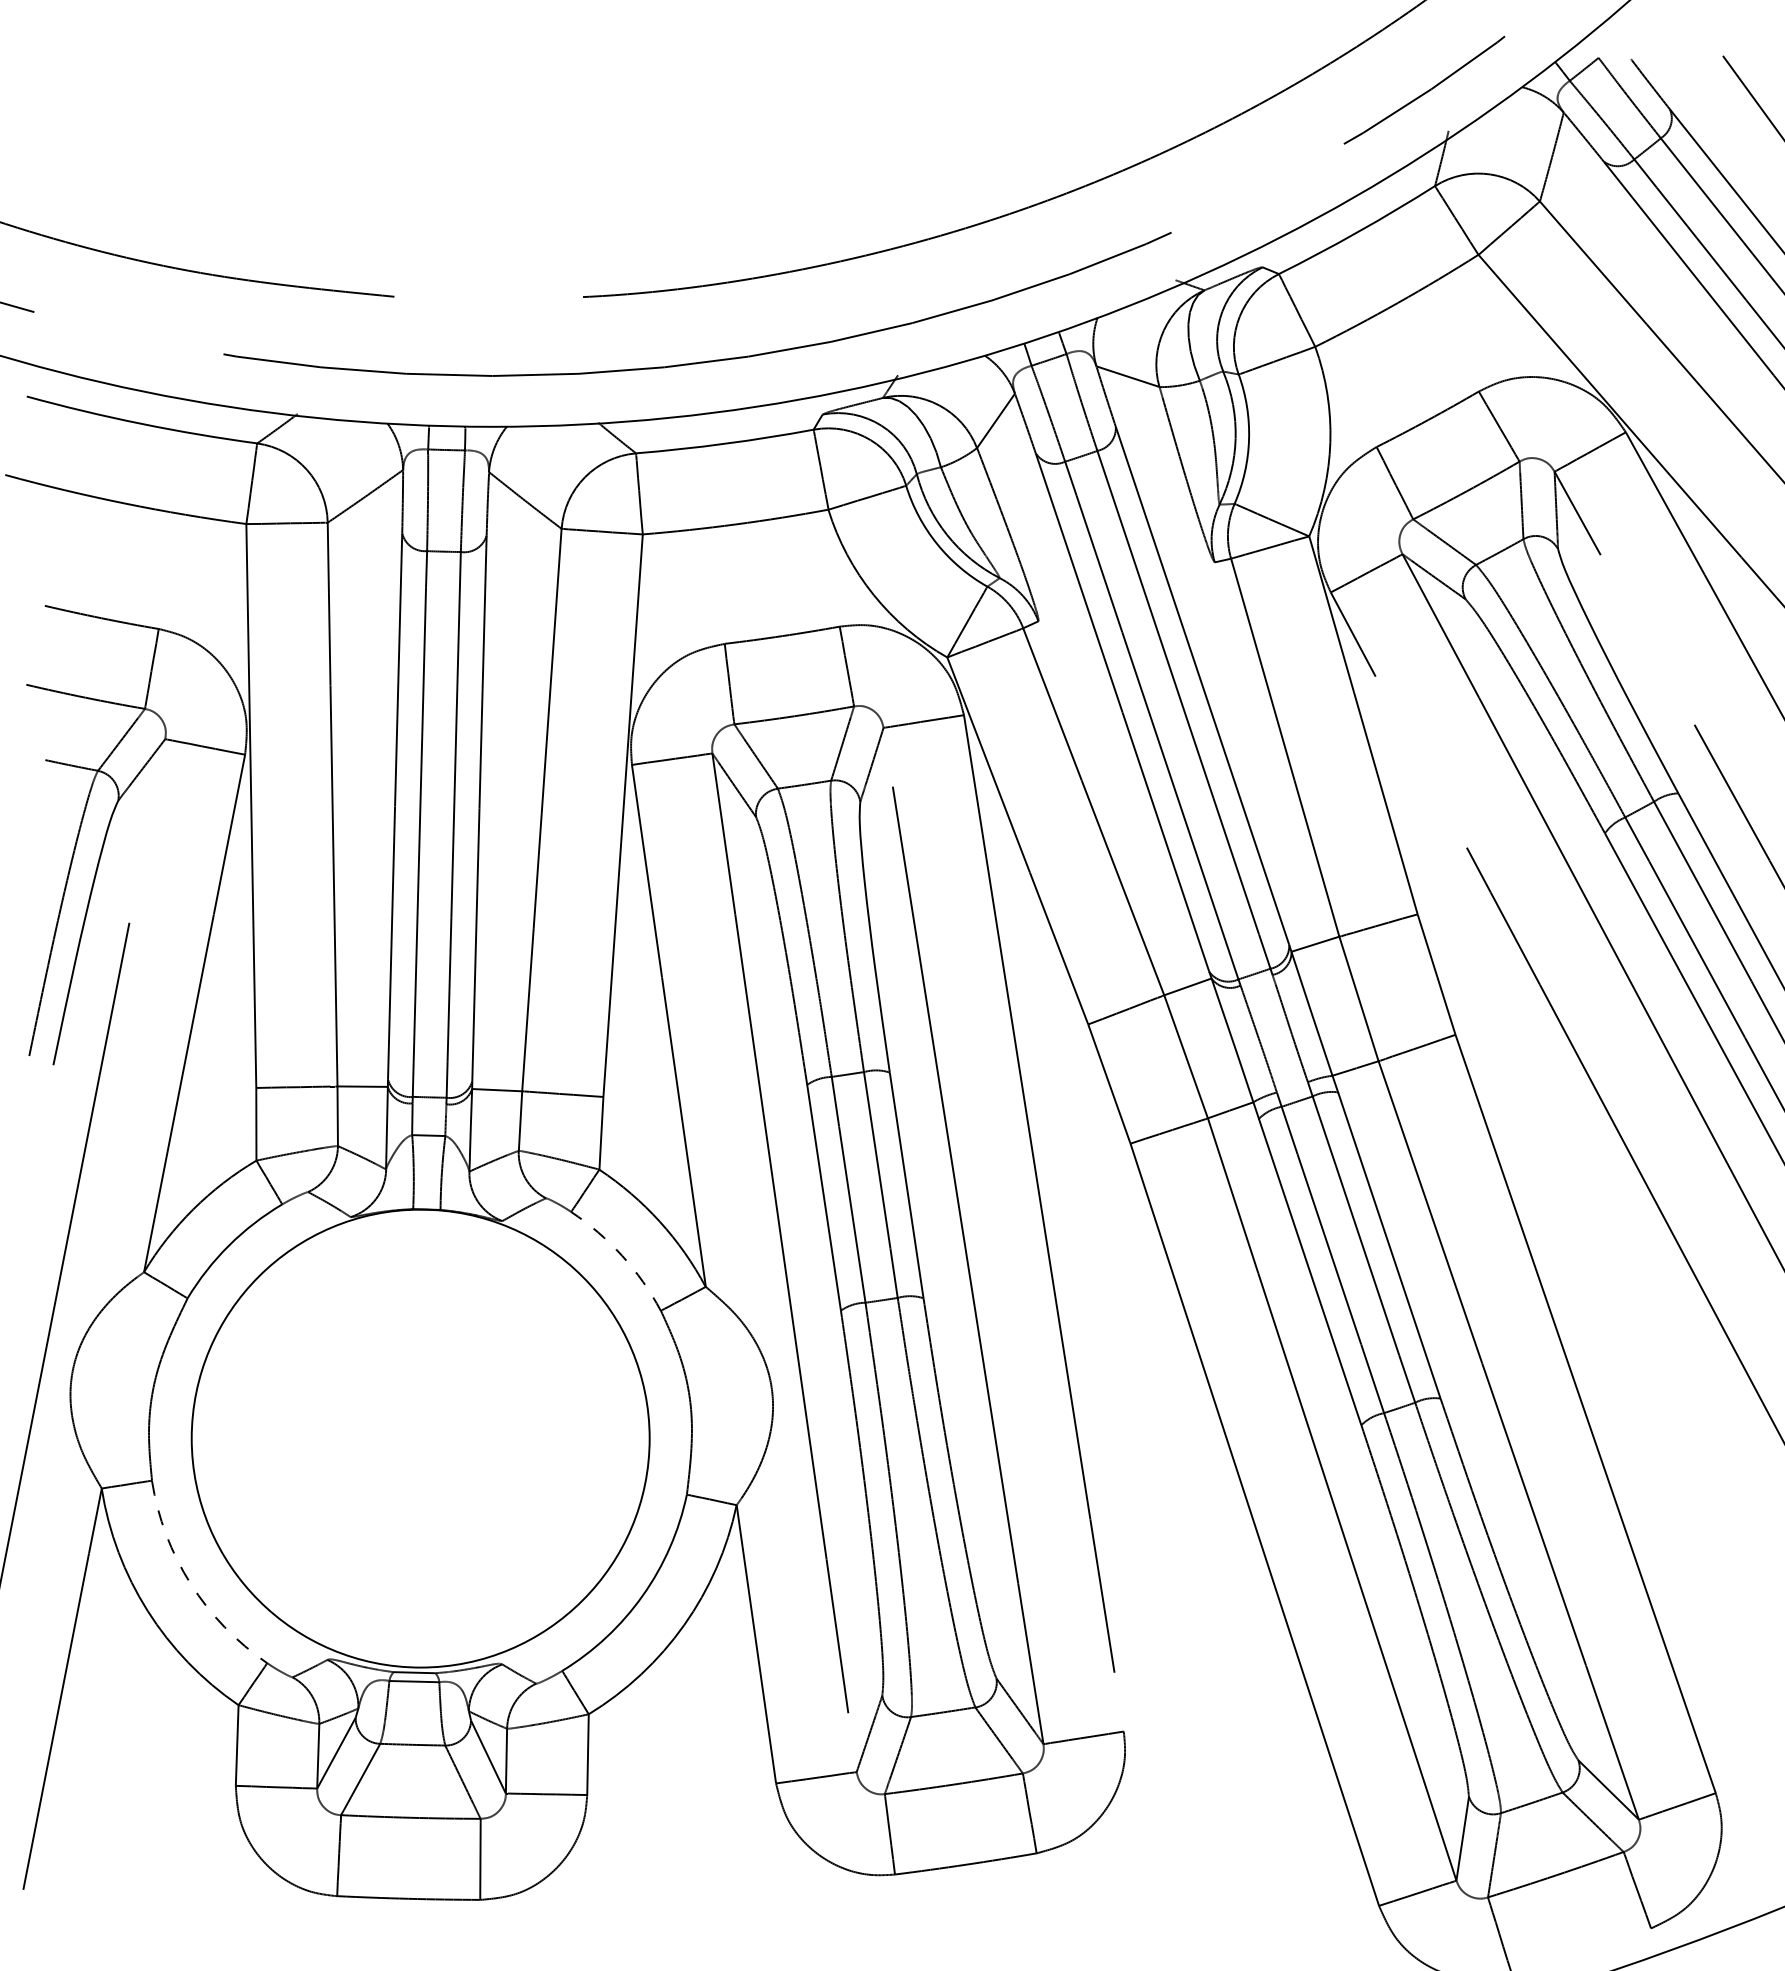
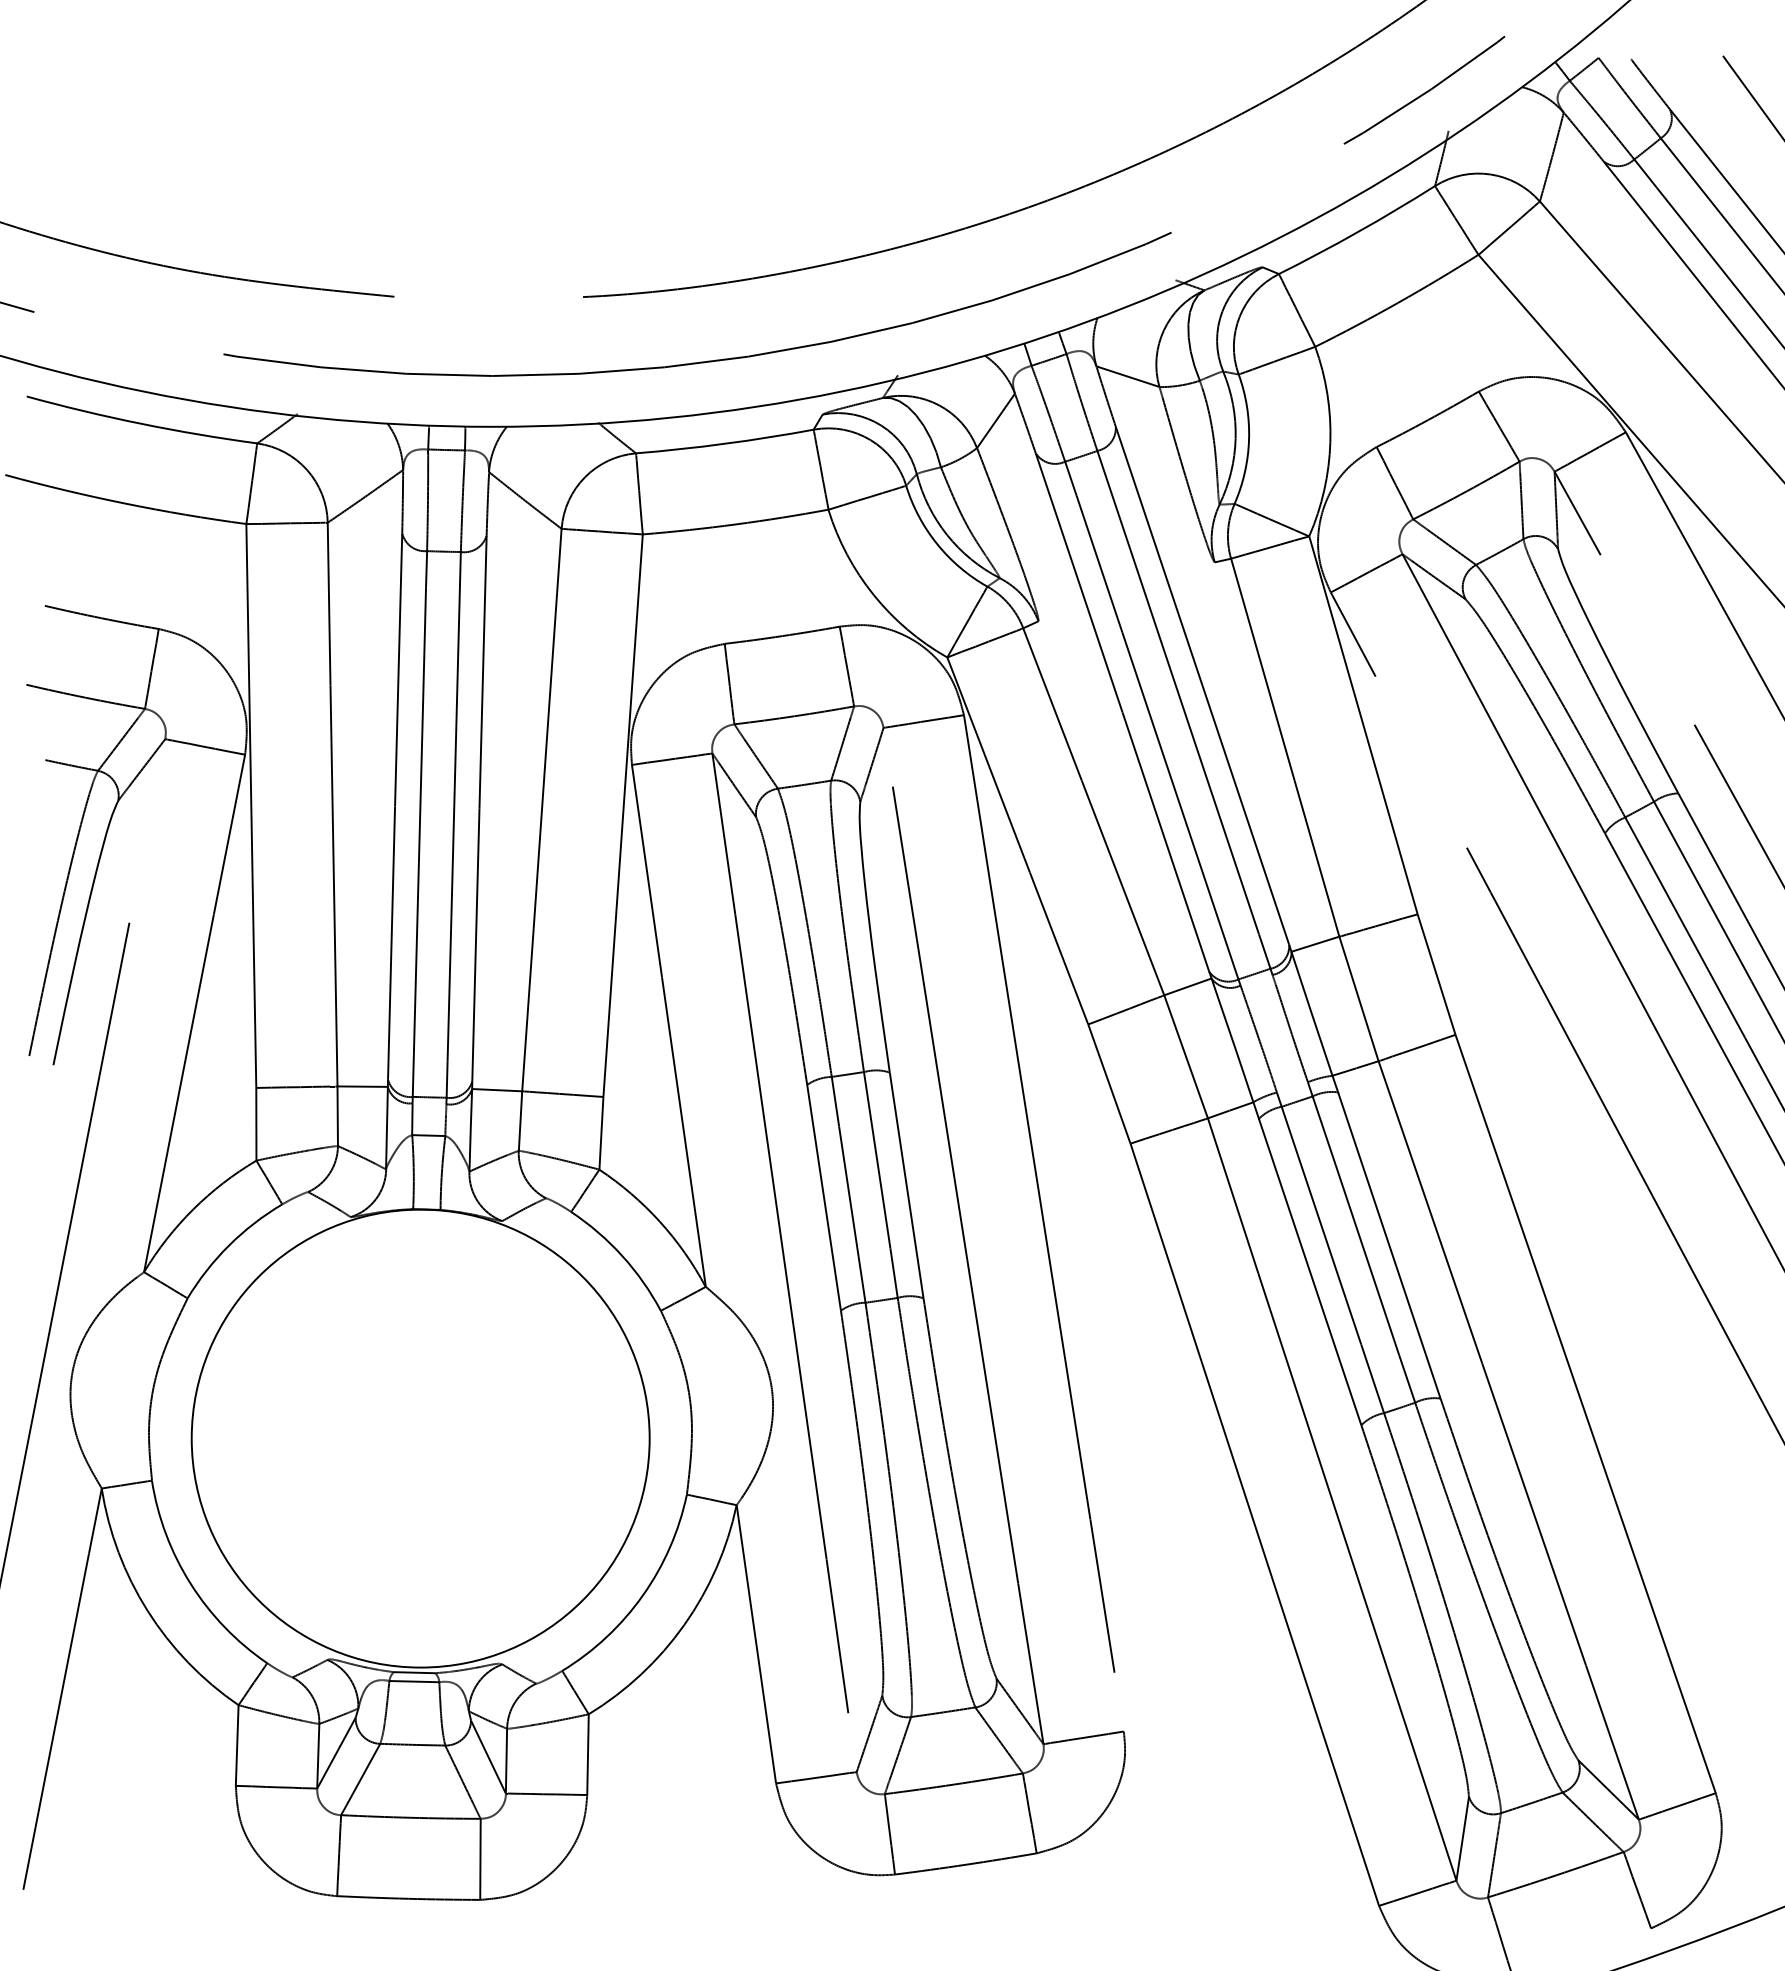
arc at (622, 1255): dashed -> solid
arc at (190, 1583): dashed -> solid
